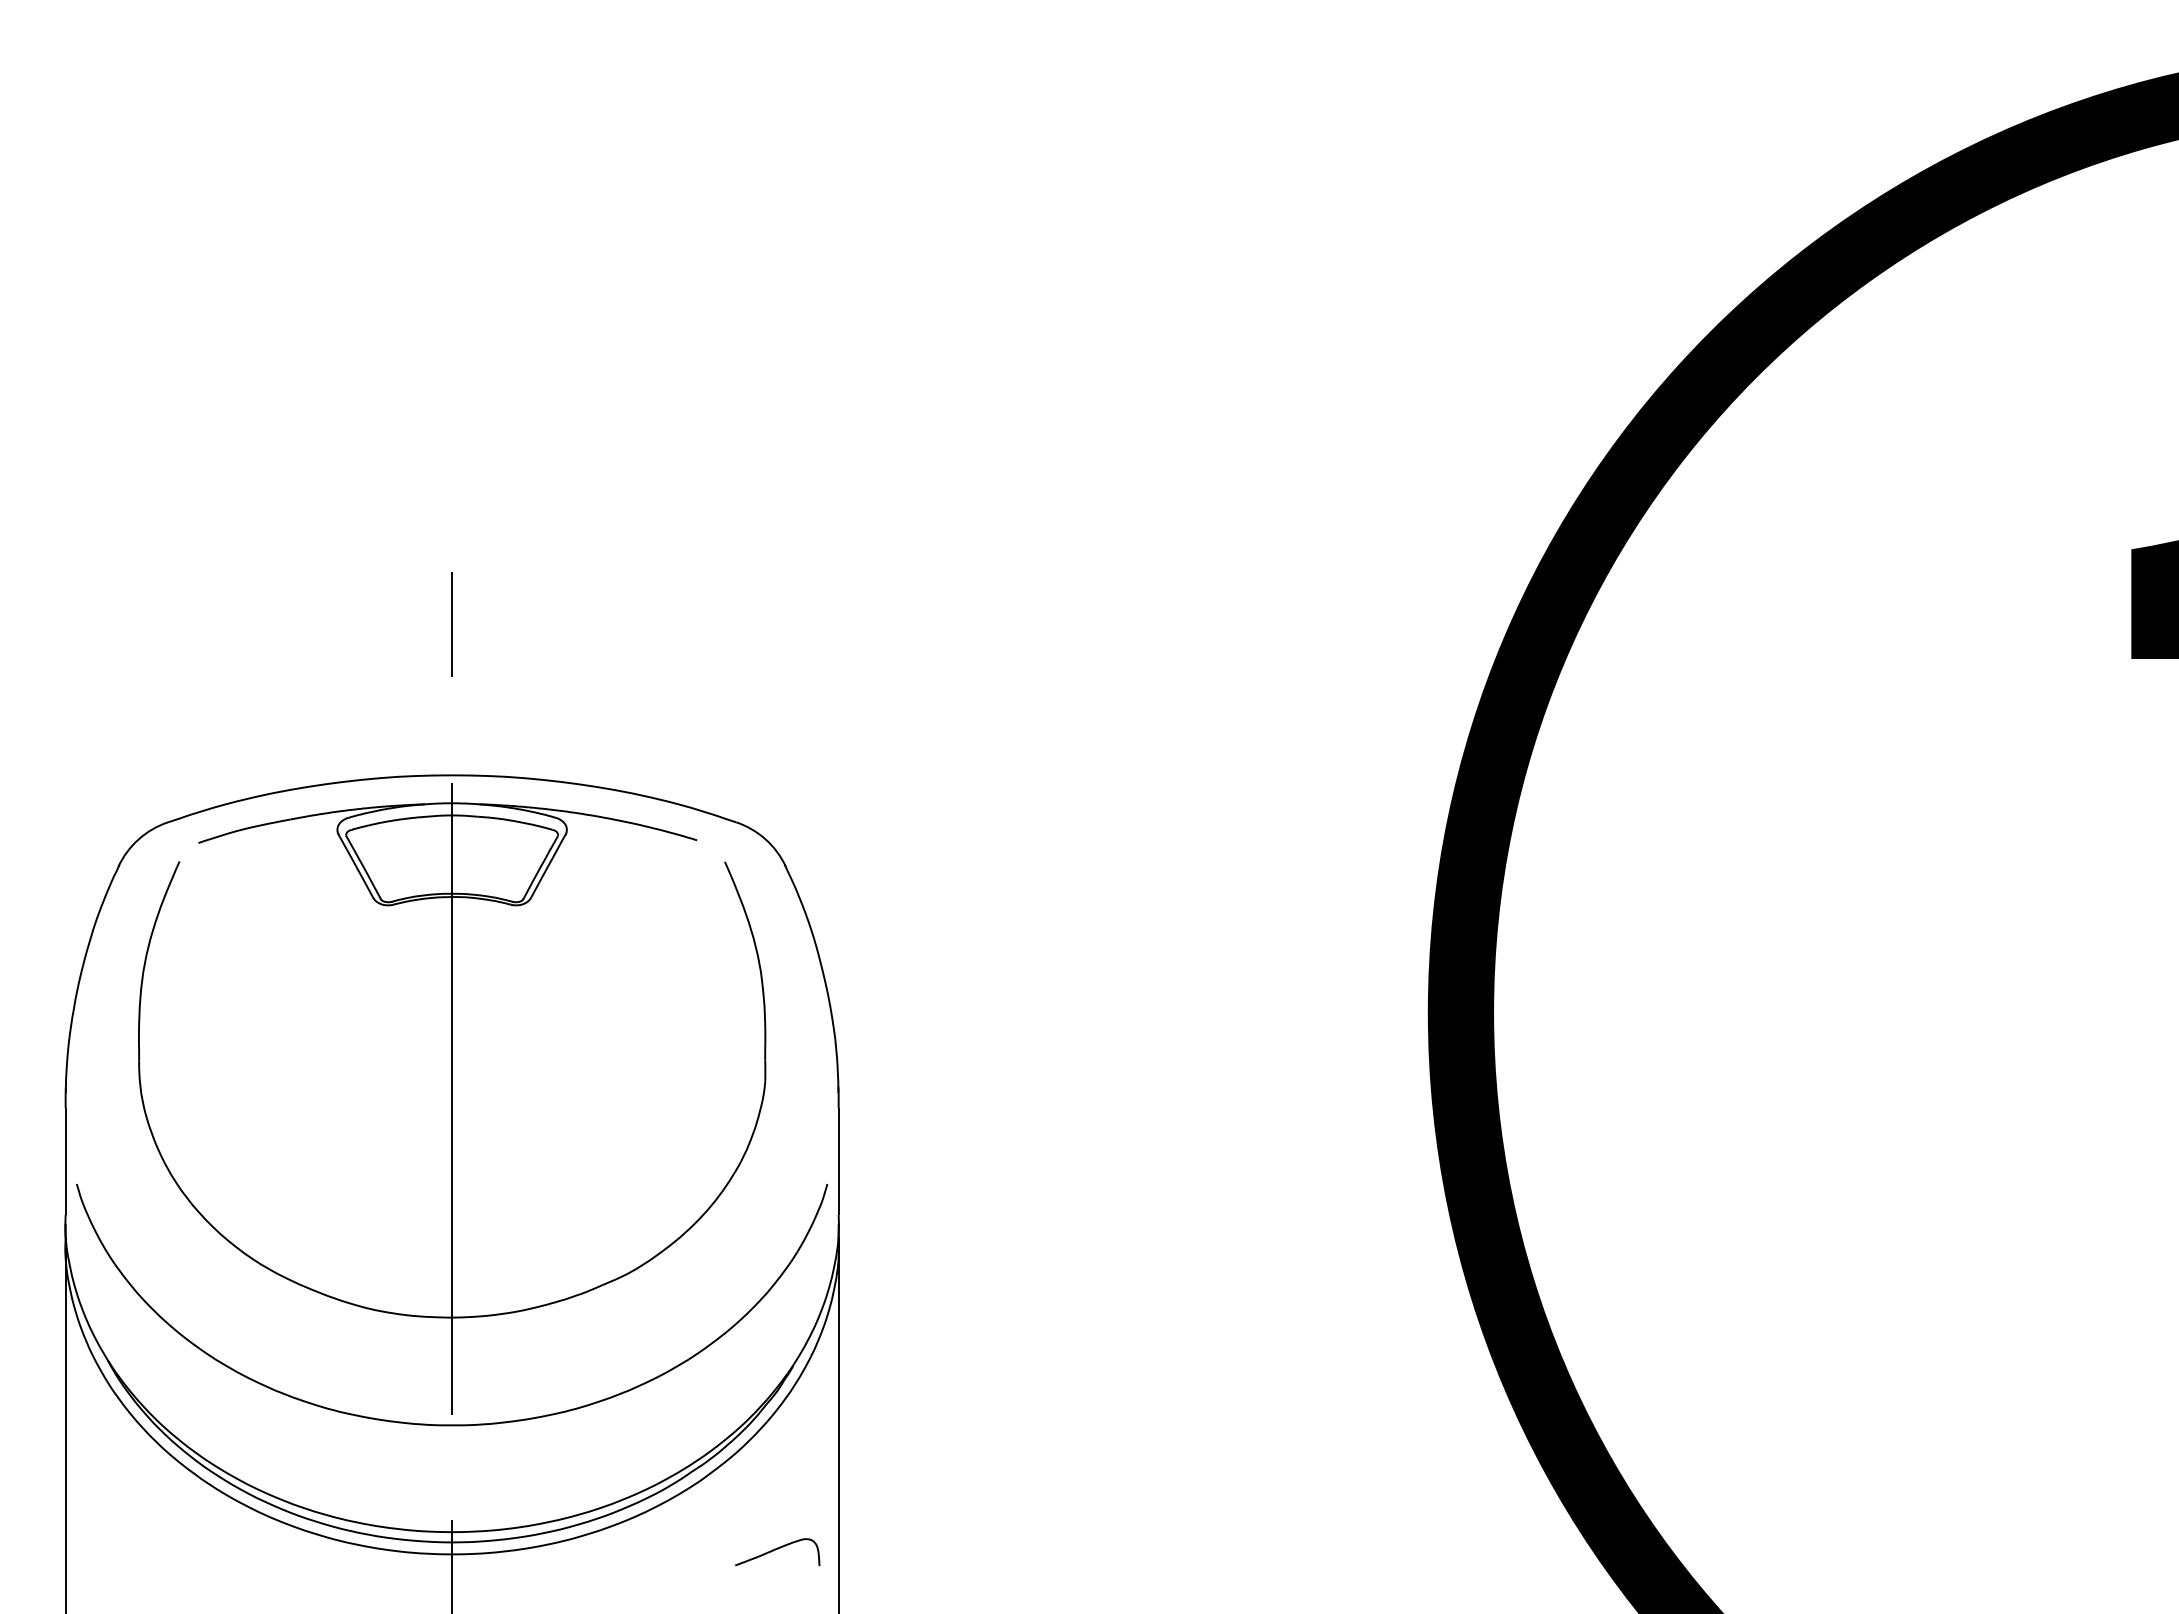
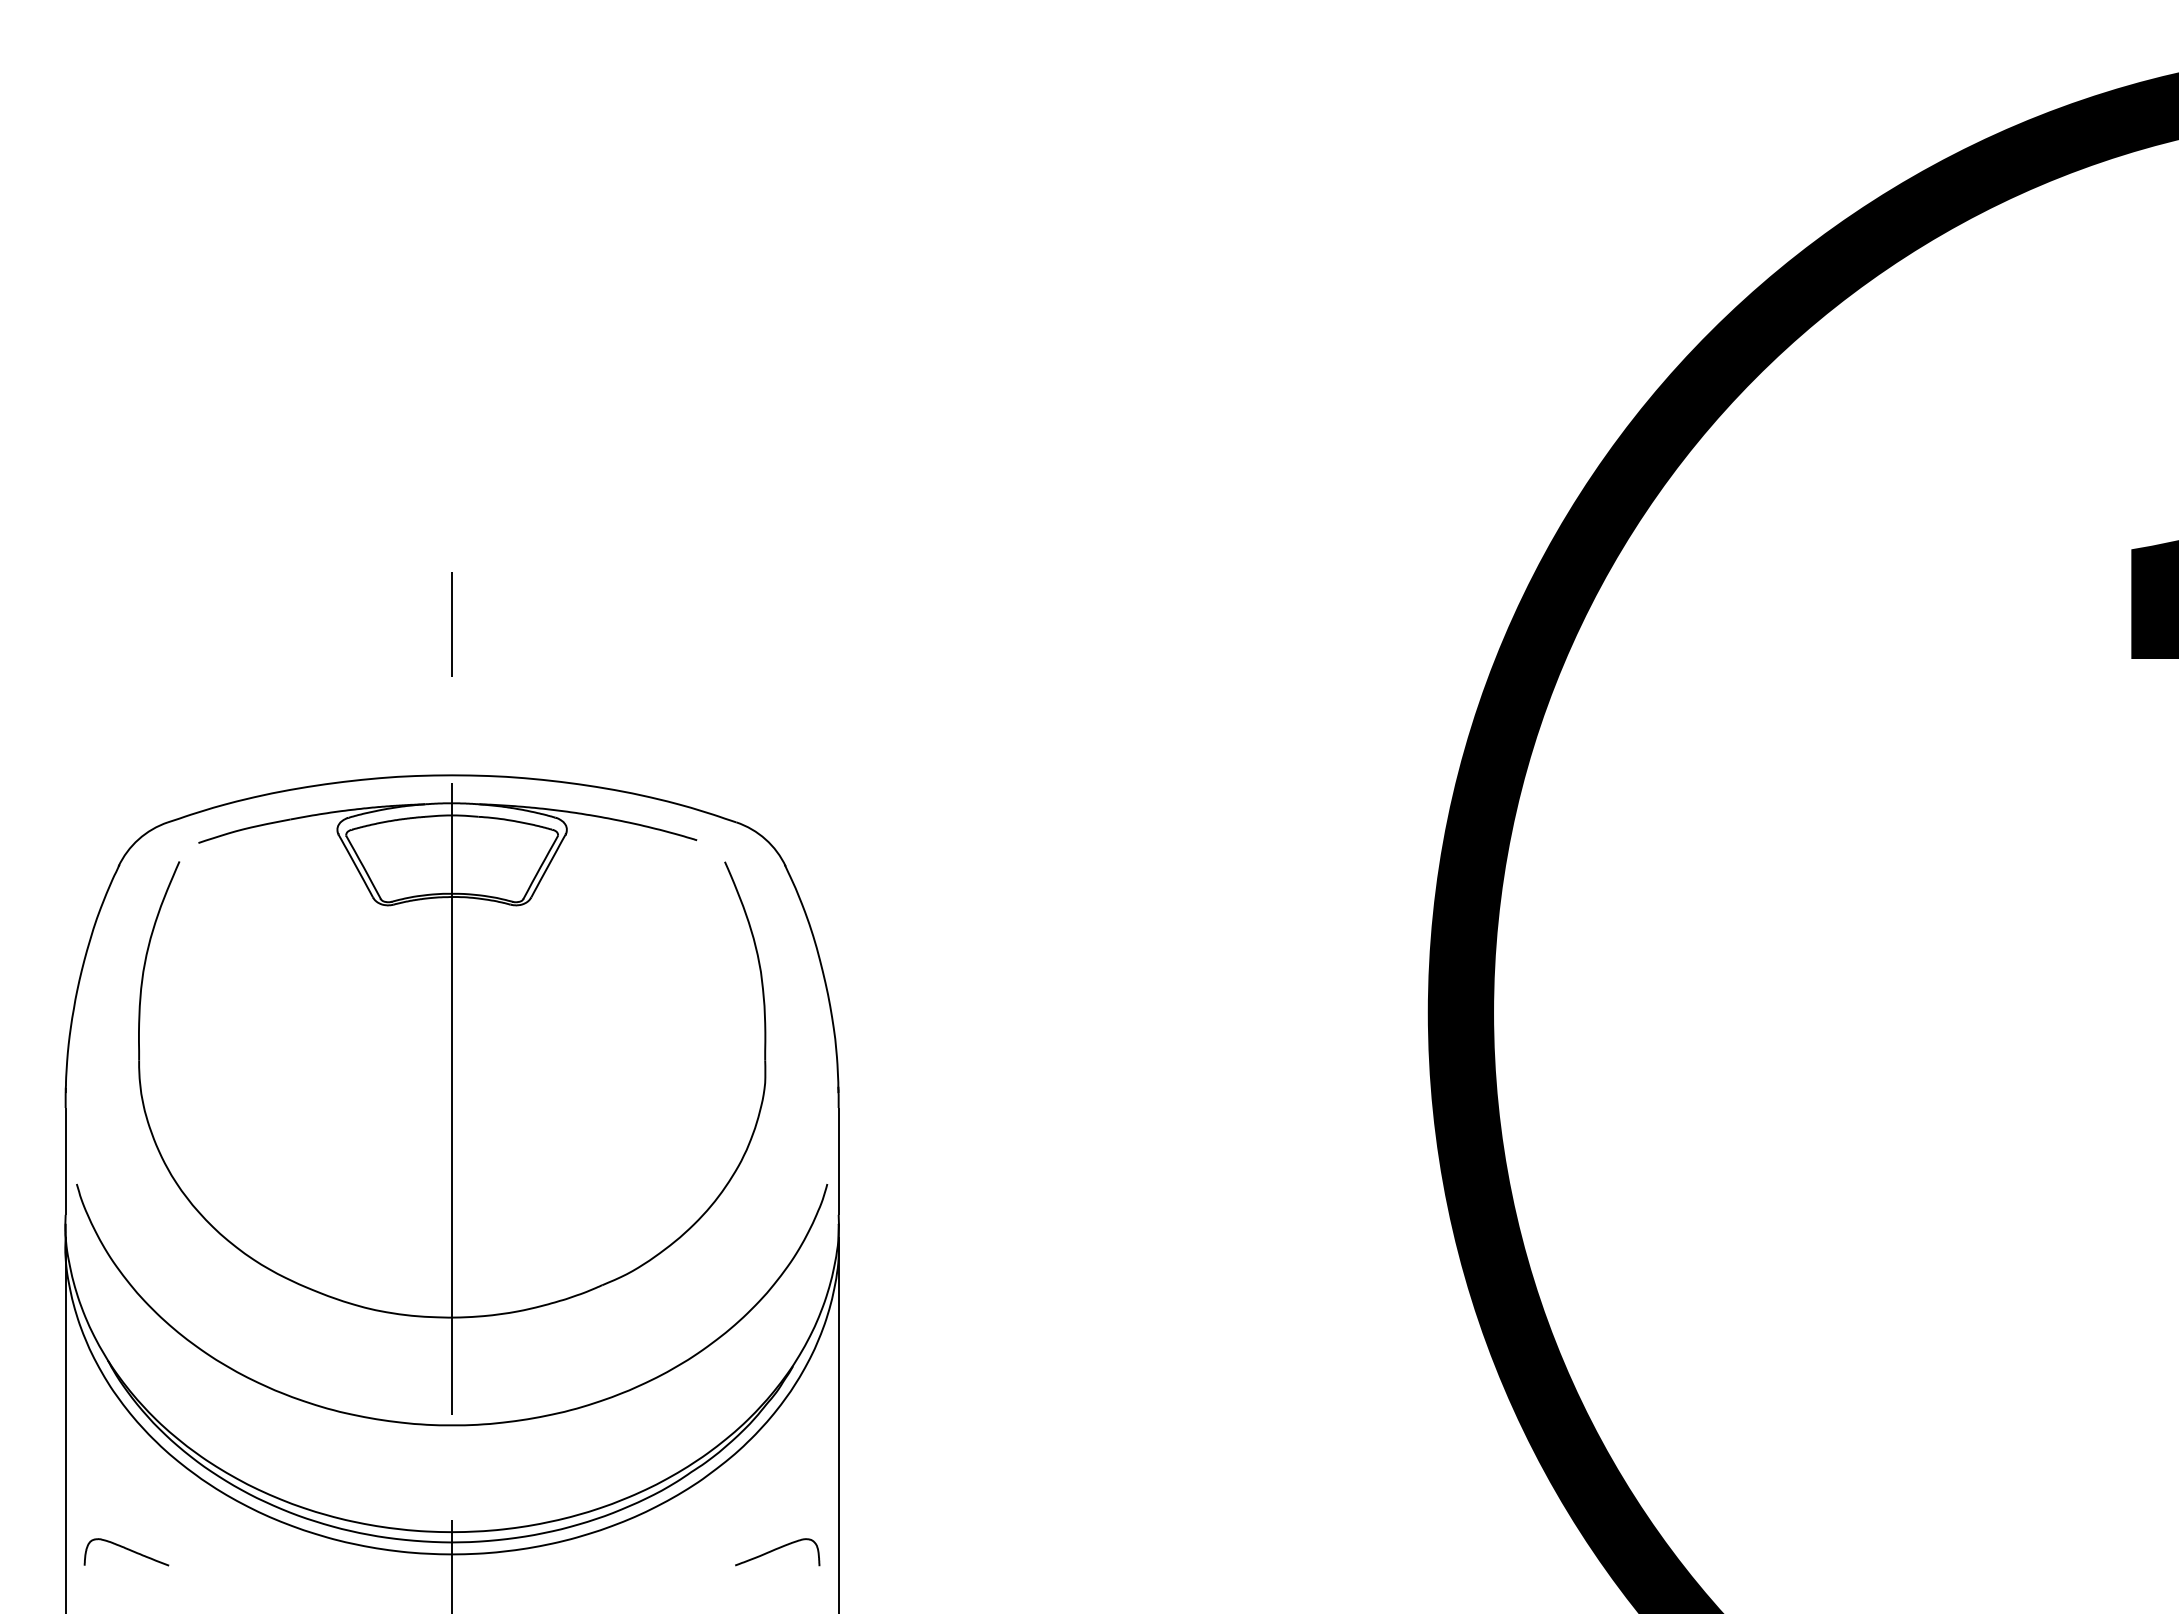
curve at (128, 1550): none -> present
